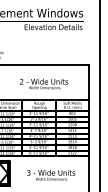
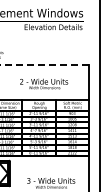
line at (44, 65): solid -> dashed
text at (51, 175) position: (51, 175) -> (51, 183)
